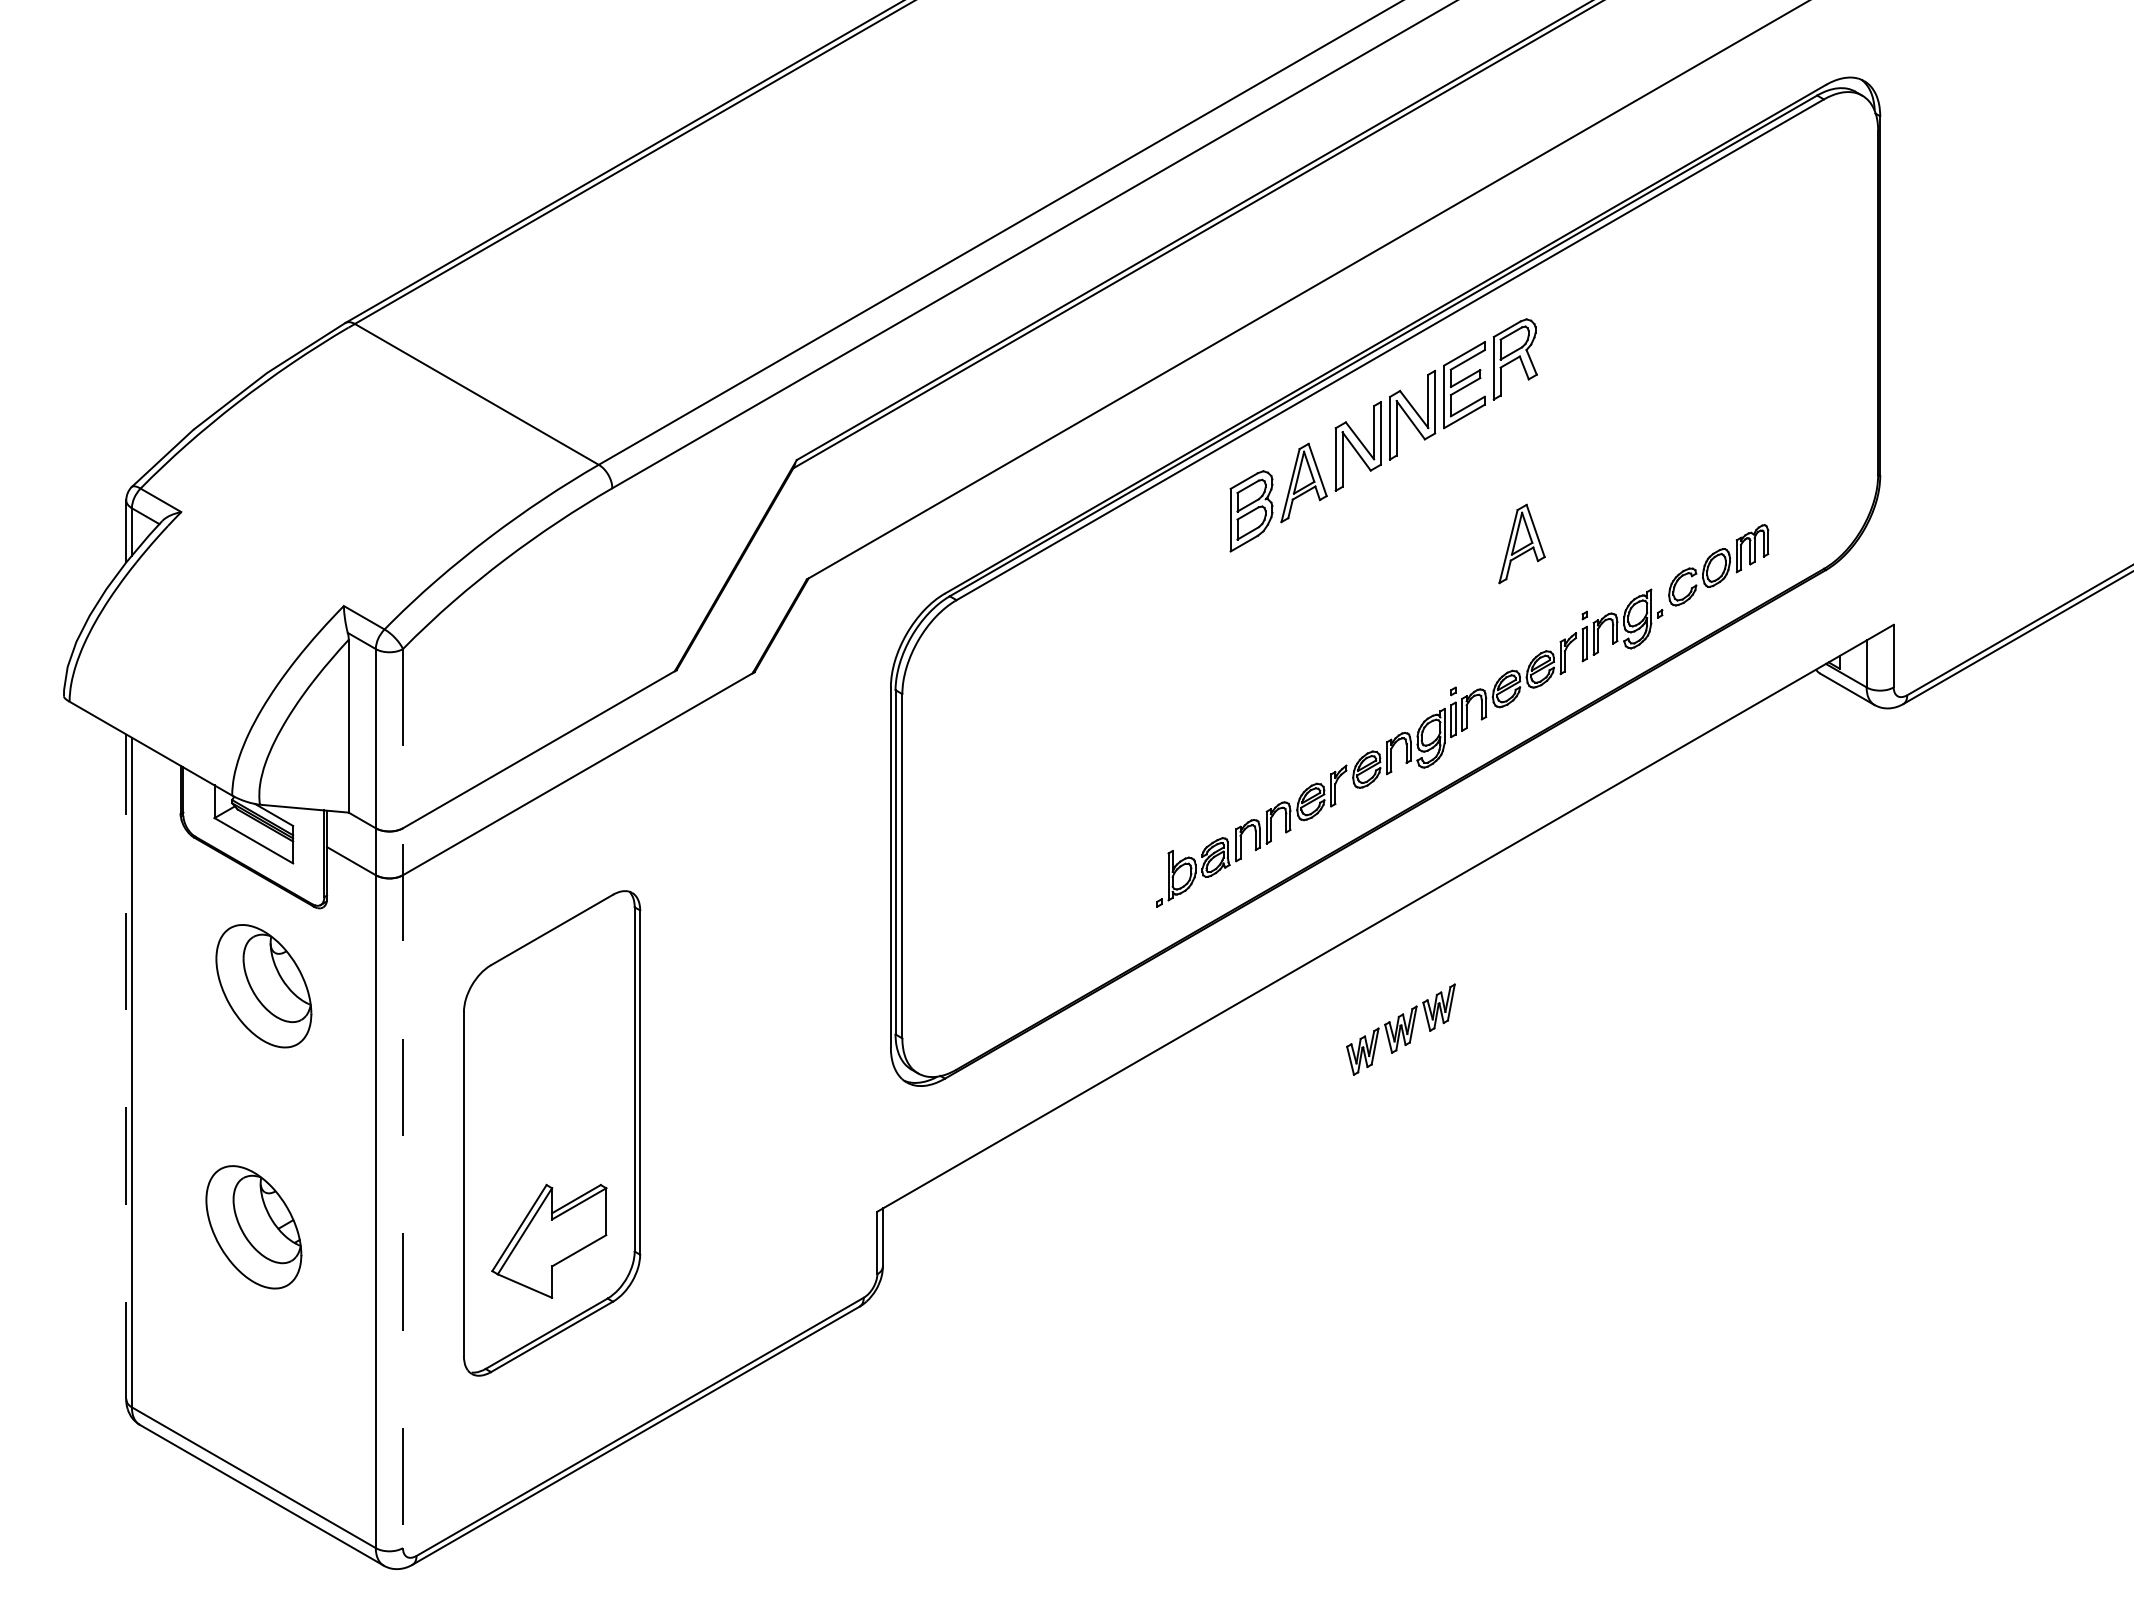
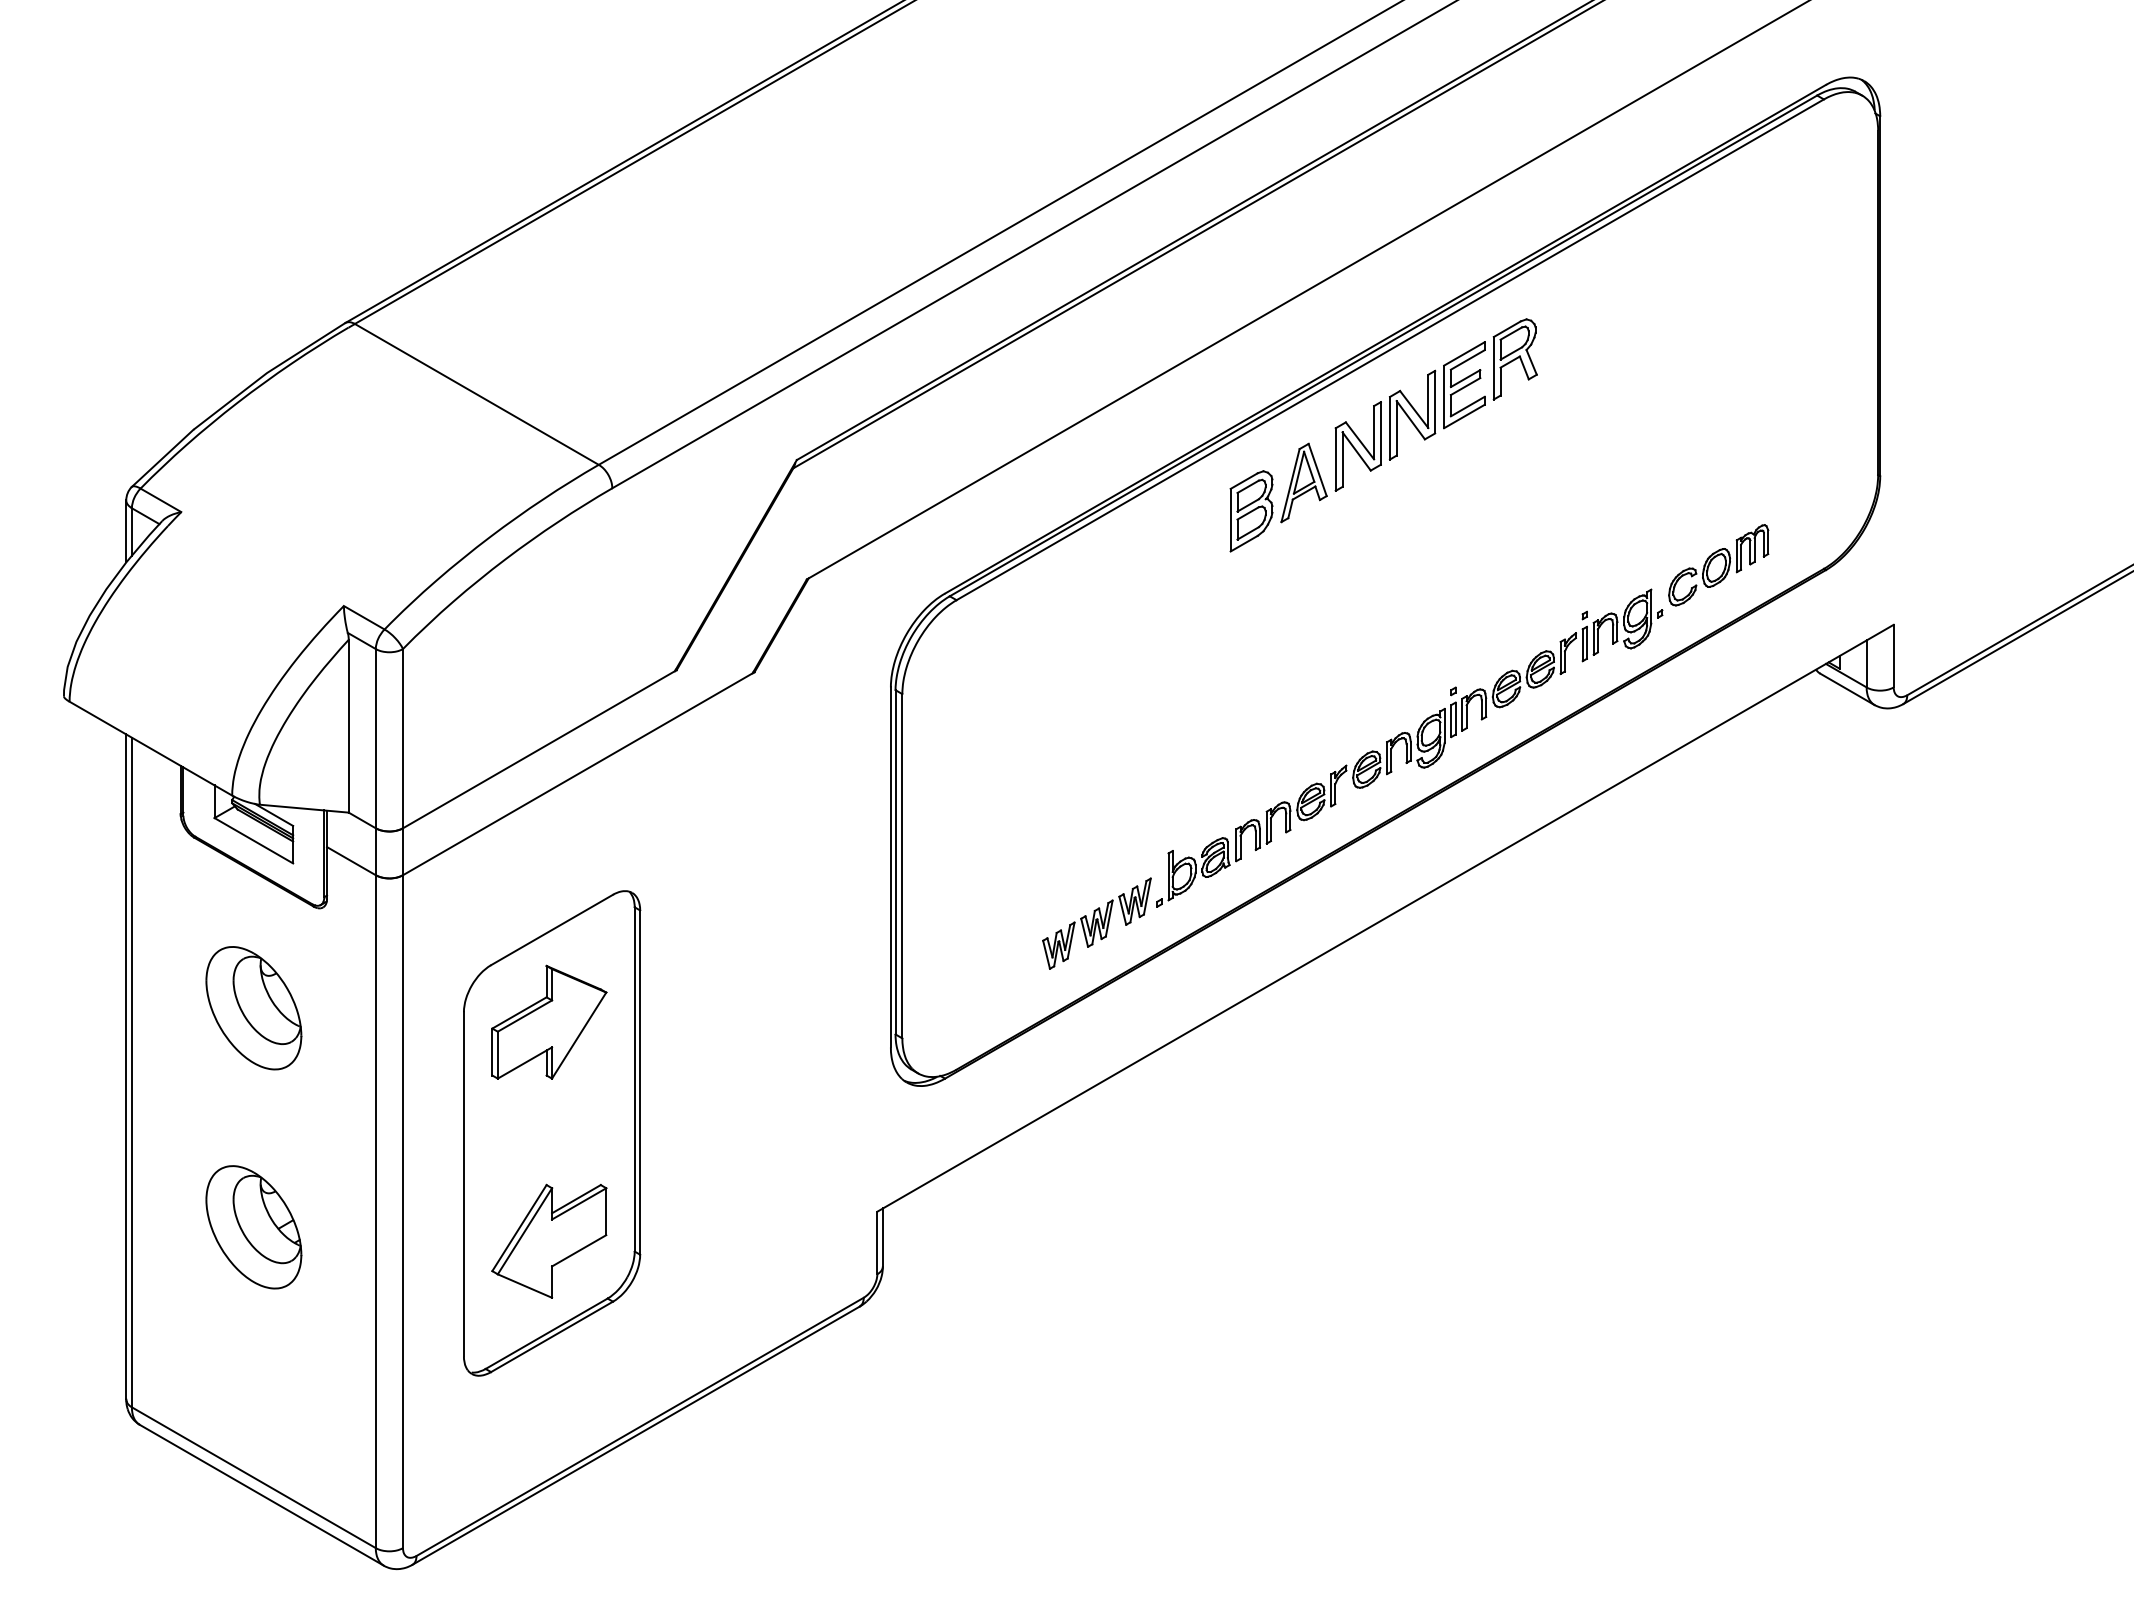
part at (1521, 543): present -> none
part at (263, 986) position: (263, 986) -> (253, 1008)
part at (549, 1021): none -> present
part at (1400, 1029) position: (1400, 1029) -> (1096, 923)
line at (126, 1066): dashed -> solid
line at (402, 1098): dashed -> solid
